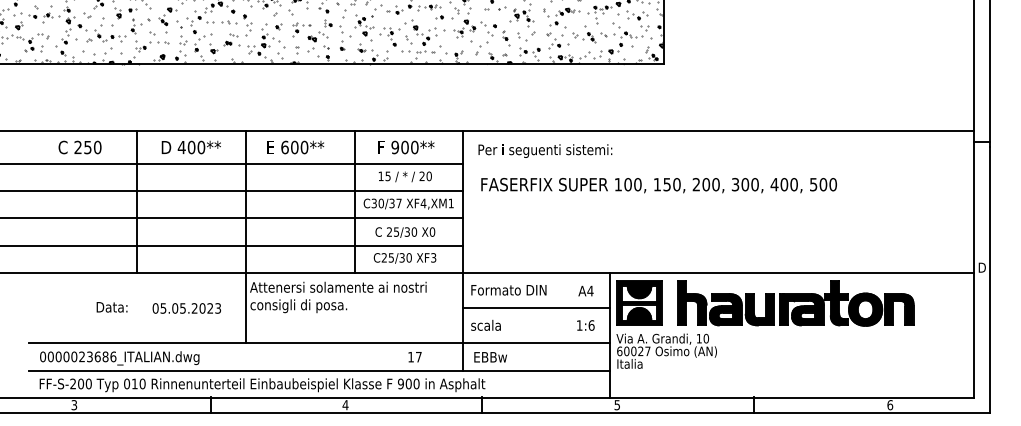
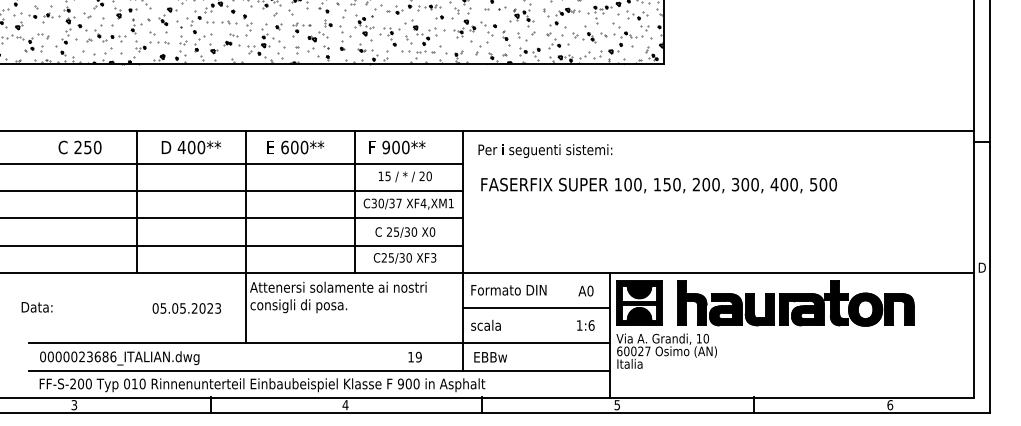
text at (406, 147) position: (406, 147) -> (397, 147)
text at (590, 290): A4 -> A0
text at (111, 307) position: (111, 307) -> (36, 307)
text at (418, 356): 17 -> 19
